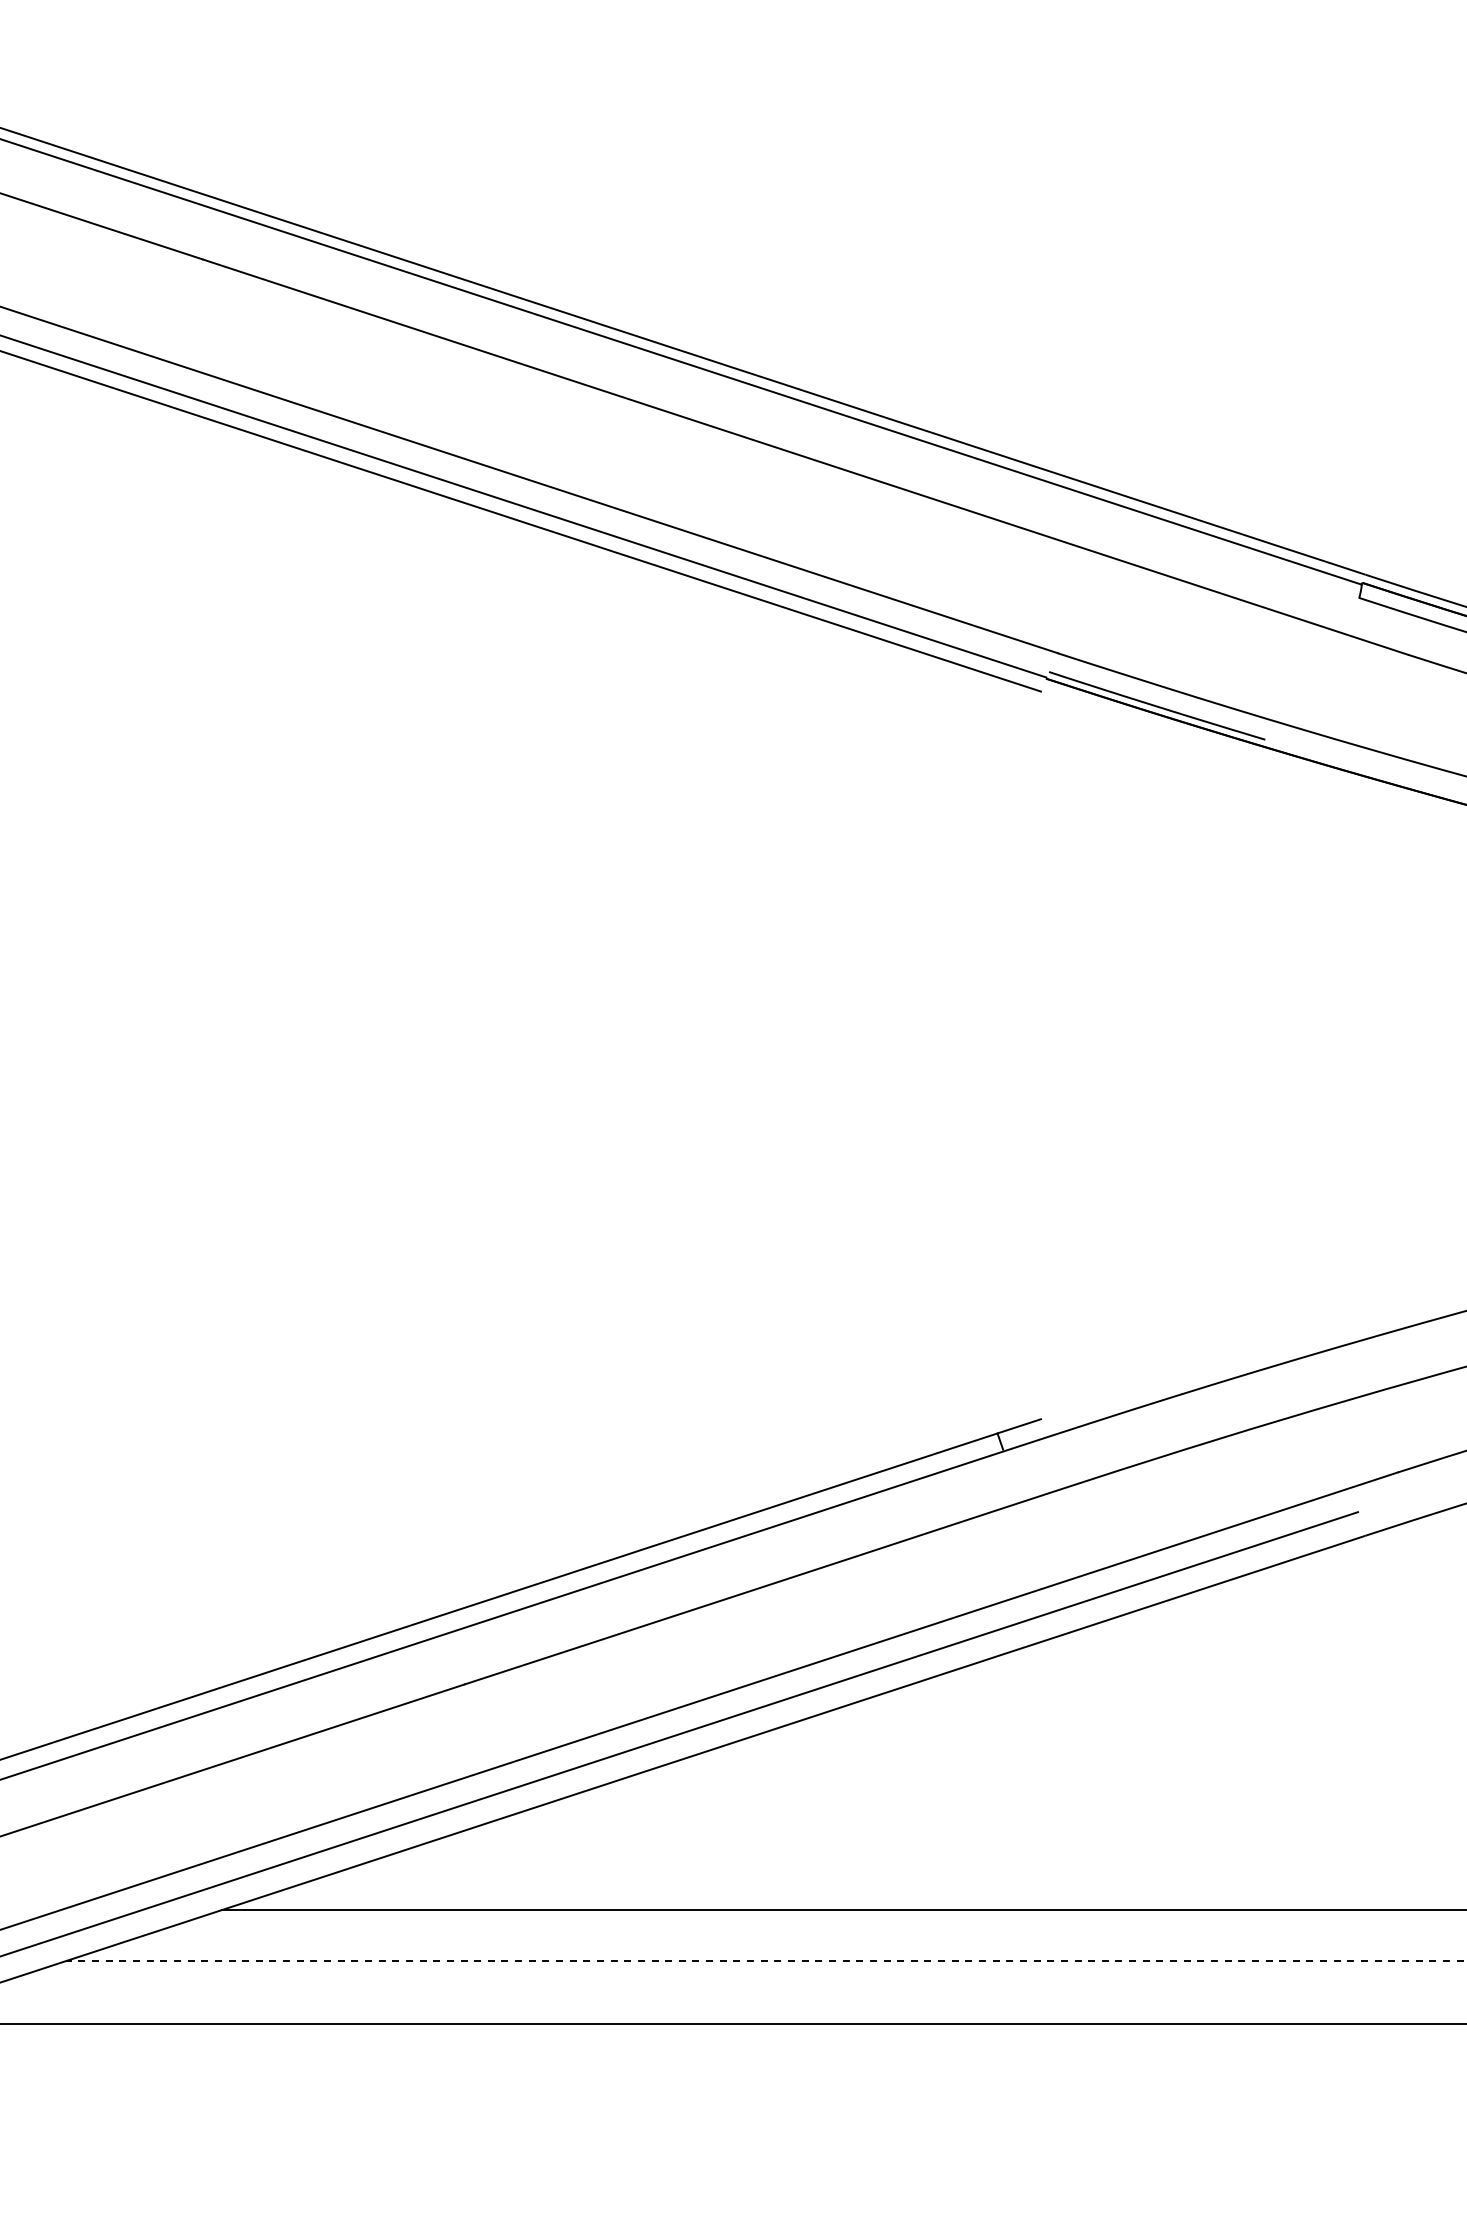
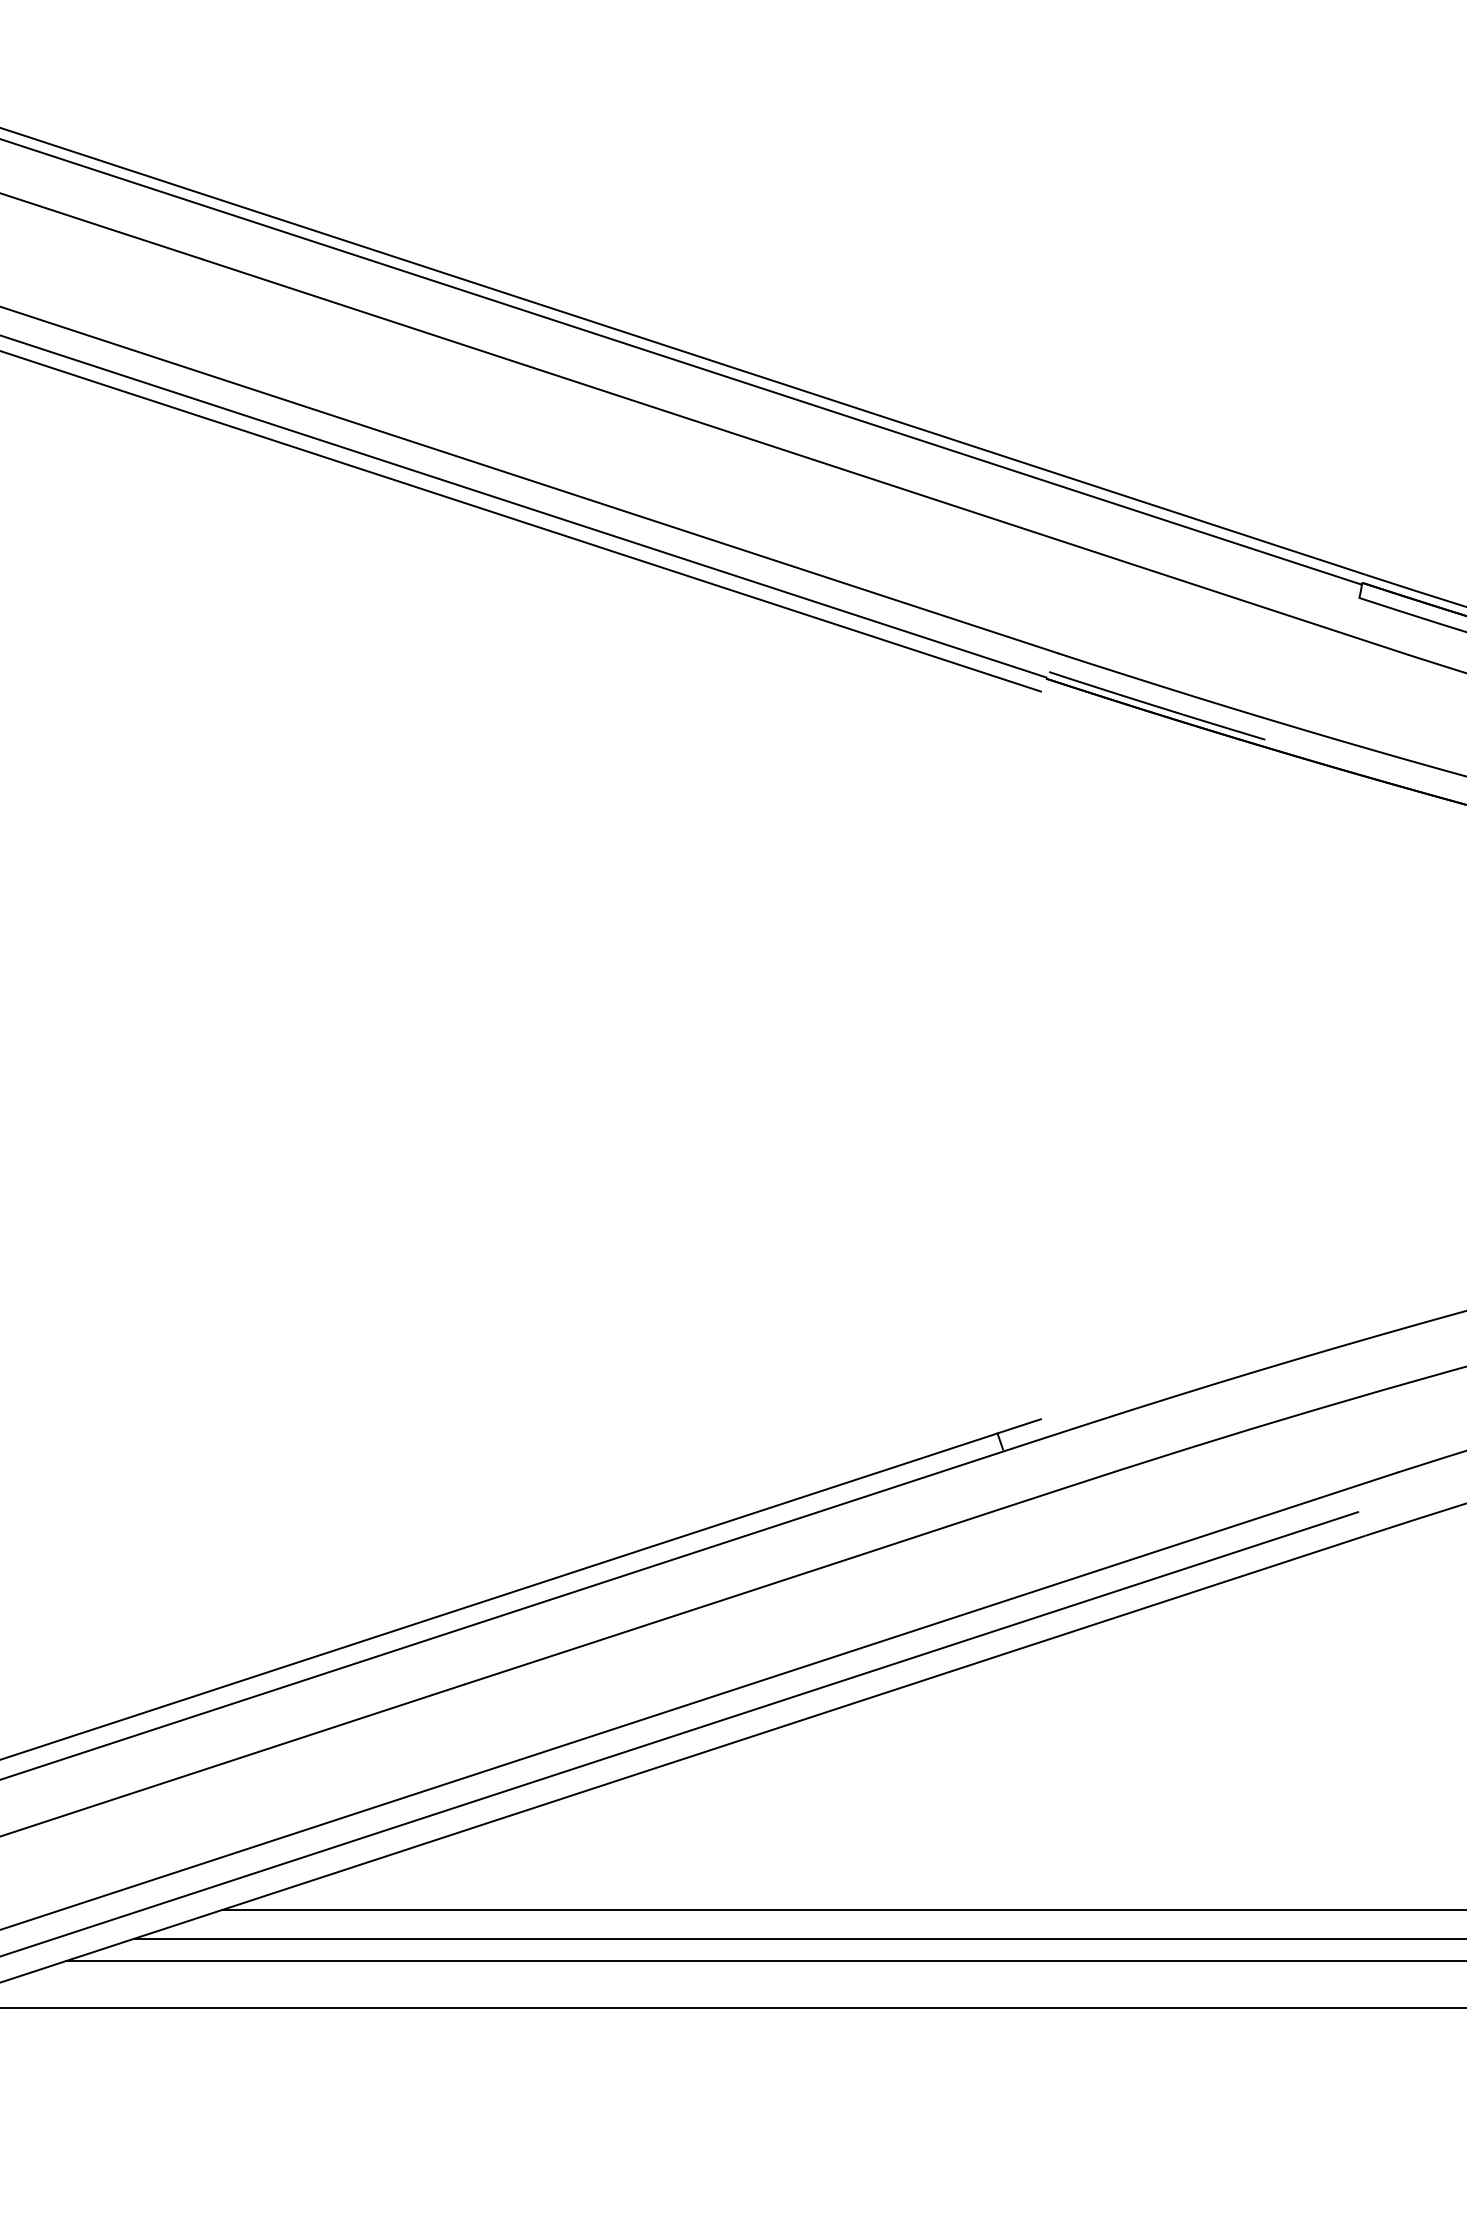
line at (798, 1938): none -> present
line at (765, 1961): dashed -> solid
line at (732, 2024) position: (732, 2024) -> (732, 2008)
